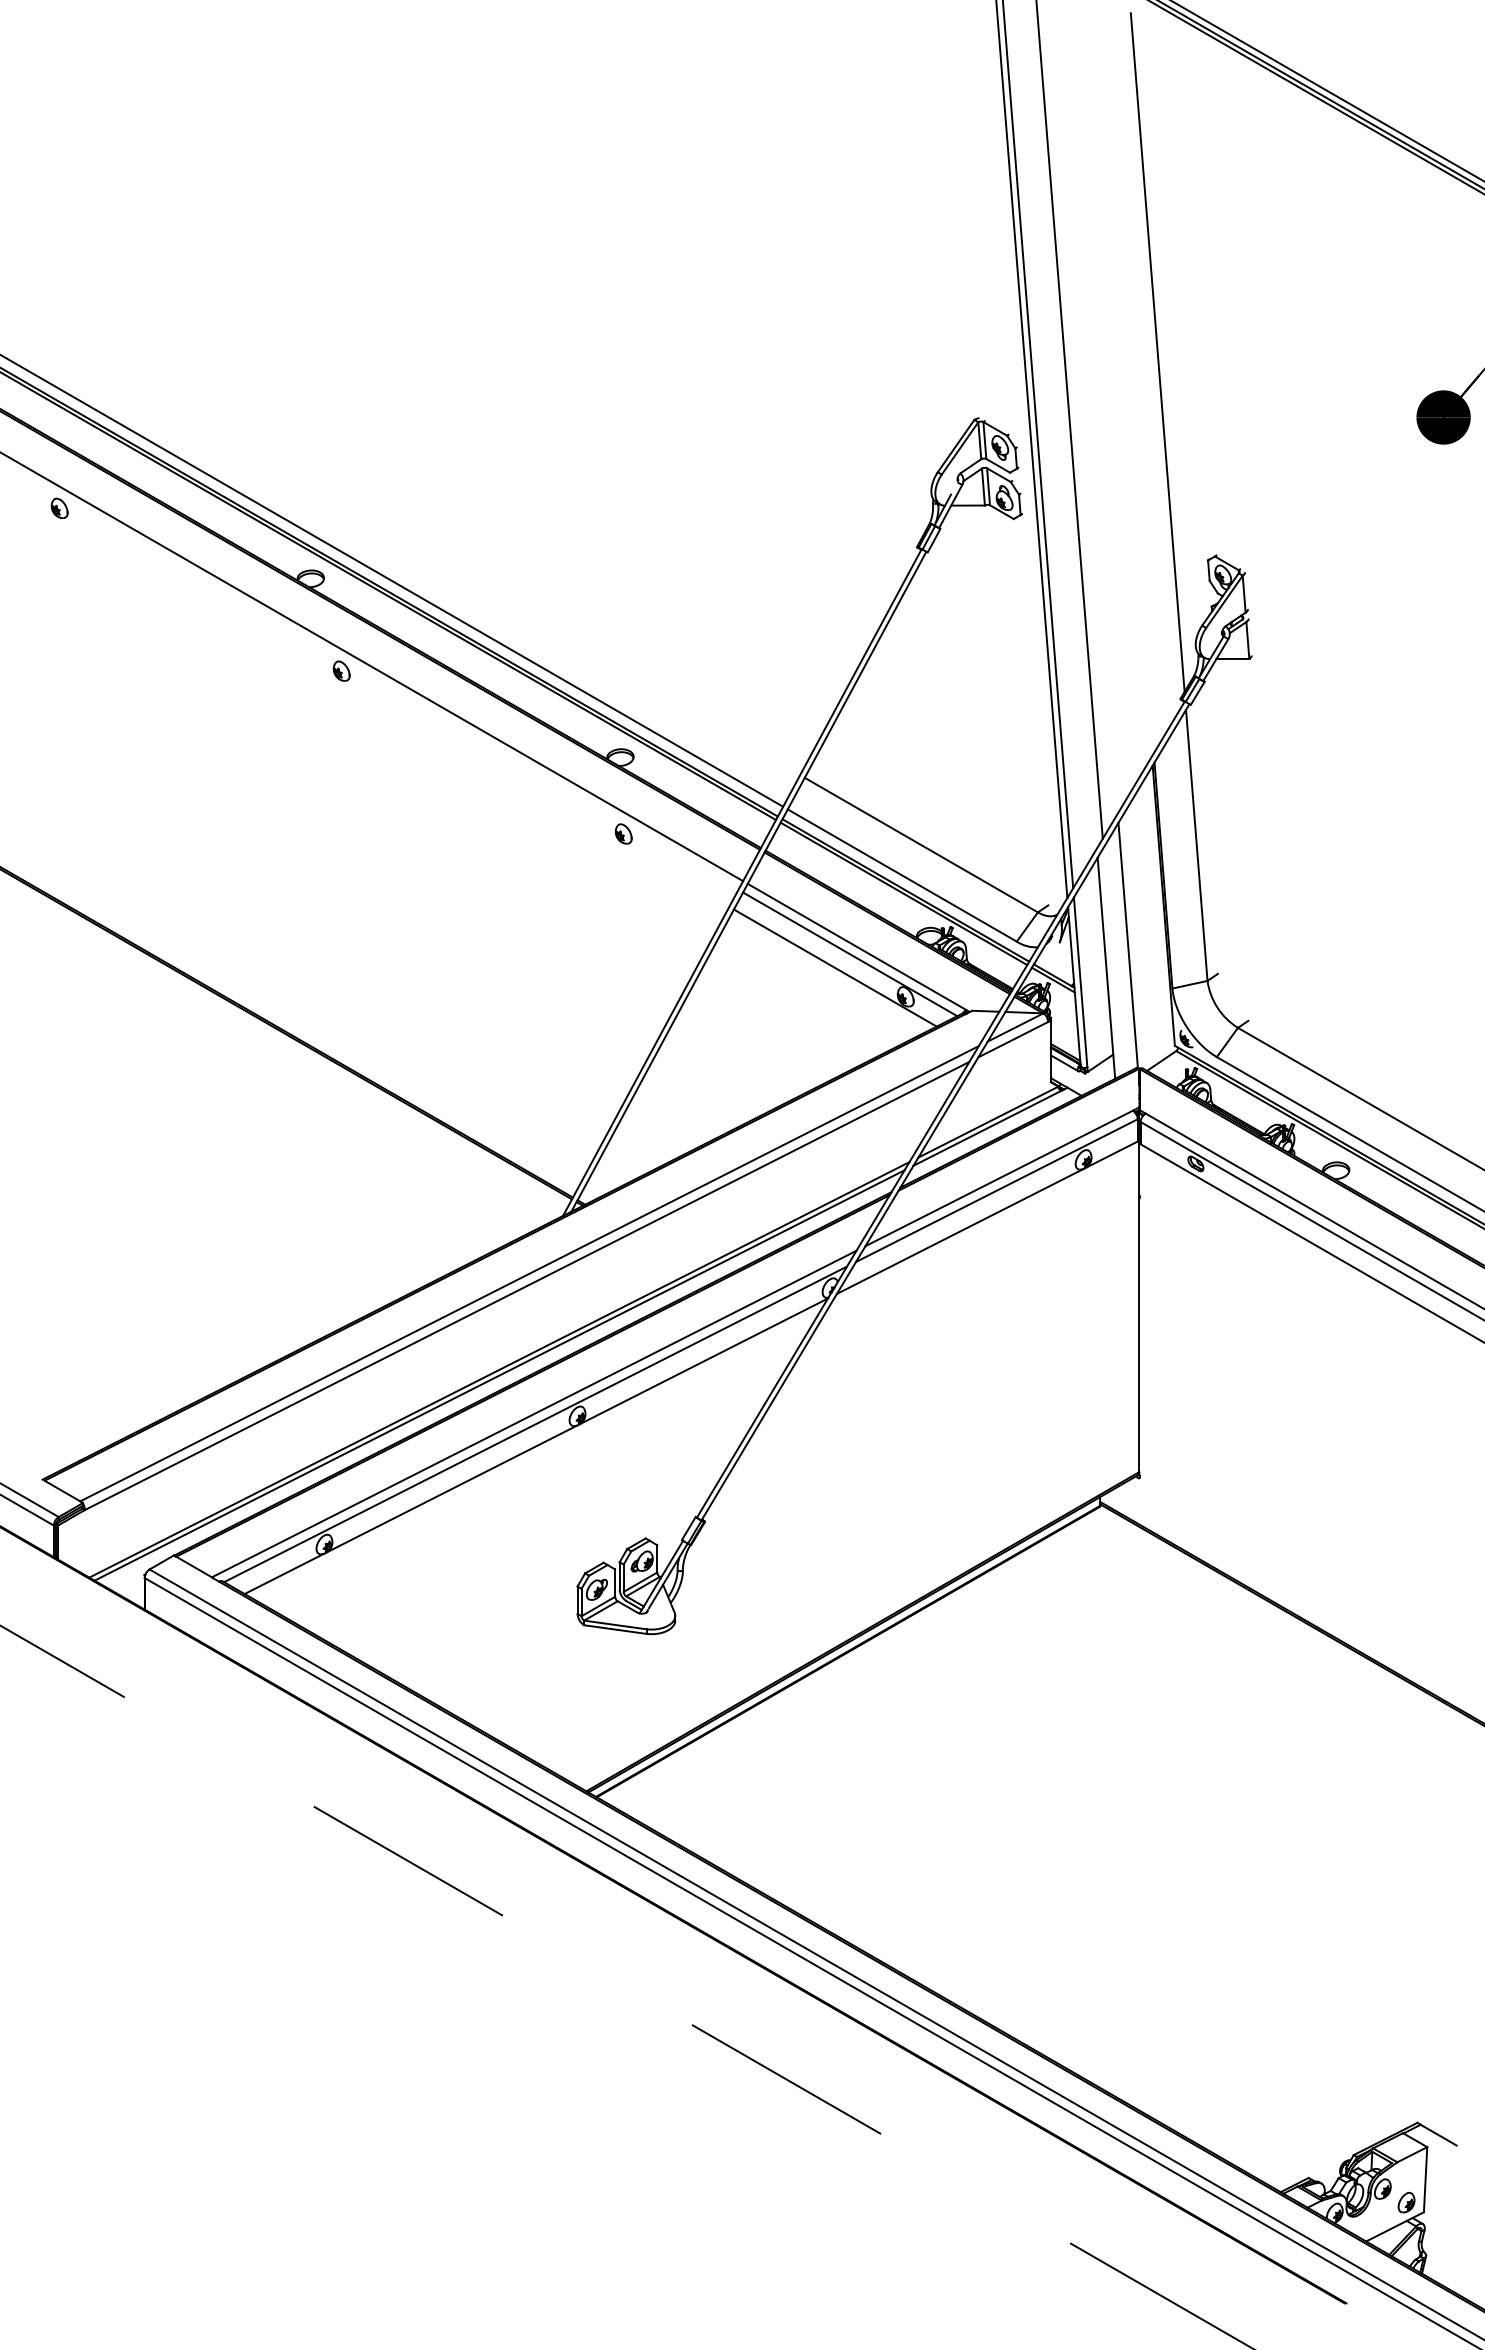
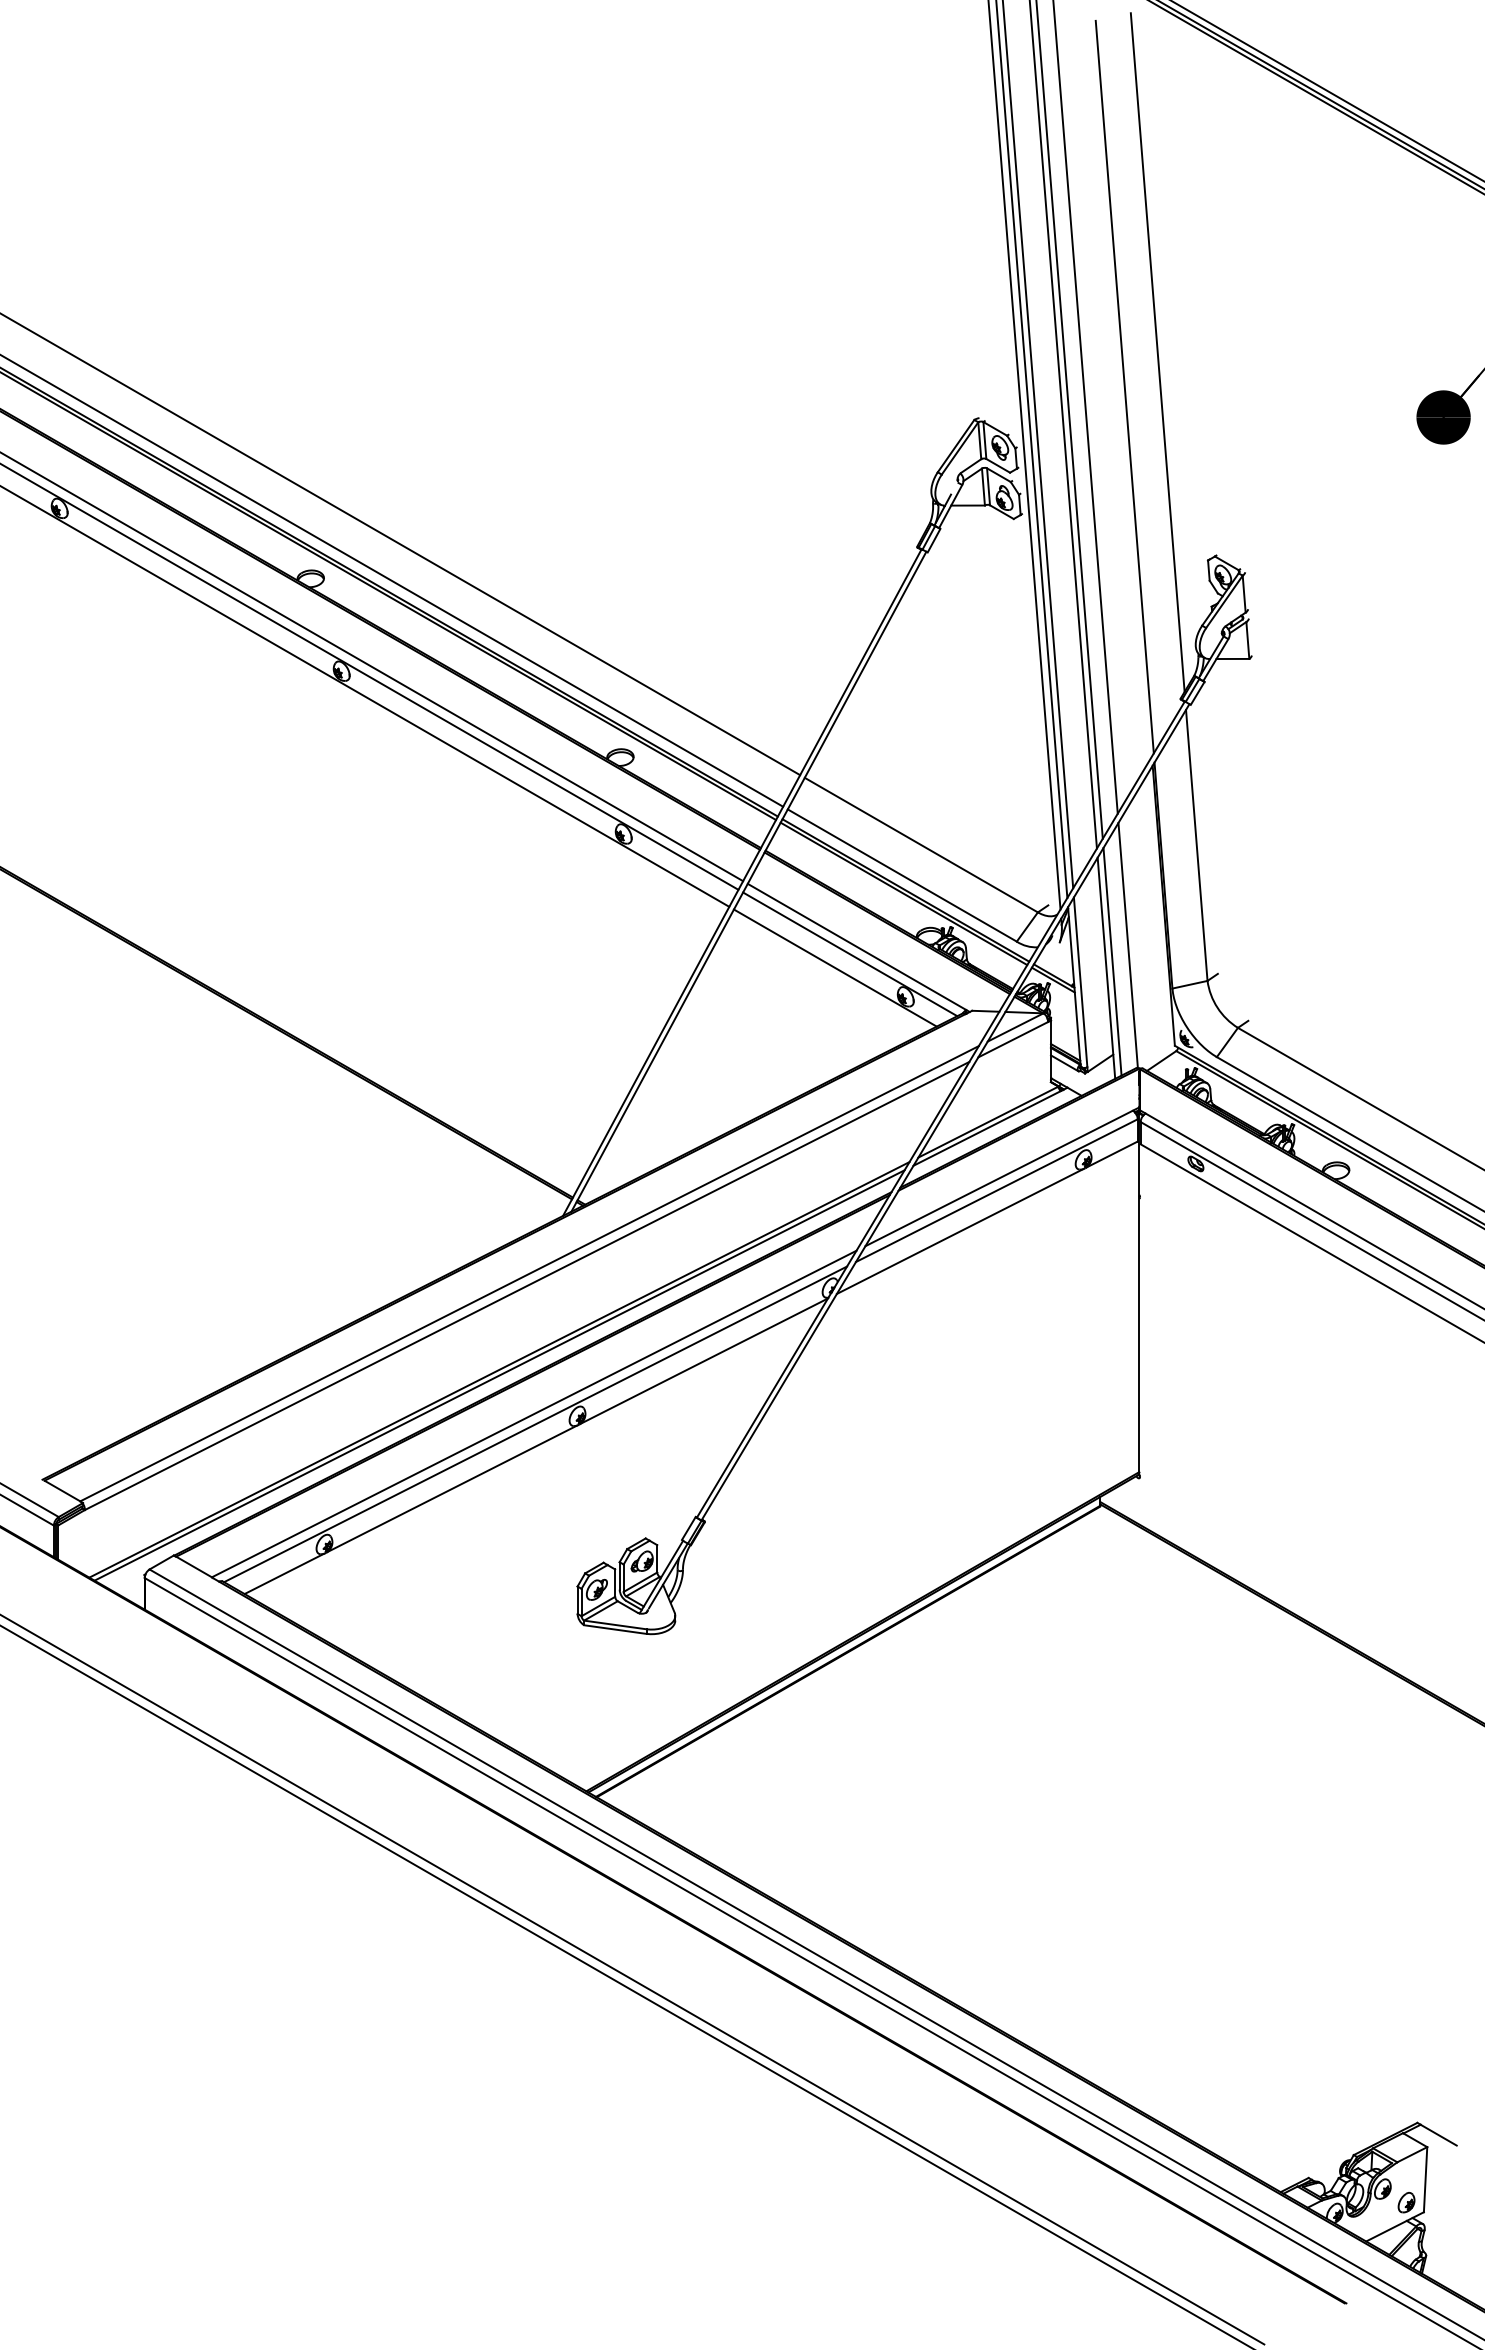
line at (1124, 386): none -> present
line at (1085, 407): none -> present
line at (1062, 425): none -> present
line at (1024, 455): none -> present
line at (401, 544): none -> present
line at (370, 676): none -> present
line at (365, 696): none -> present
line at (1112, 961): none -> present
line at (633, 1980): none -> present
line at (627, 1987): dashed -> solid
